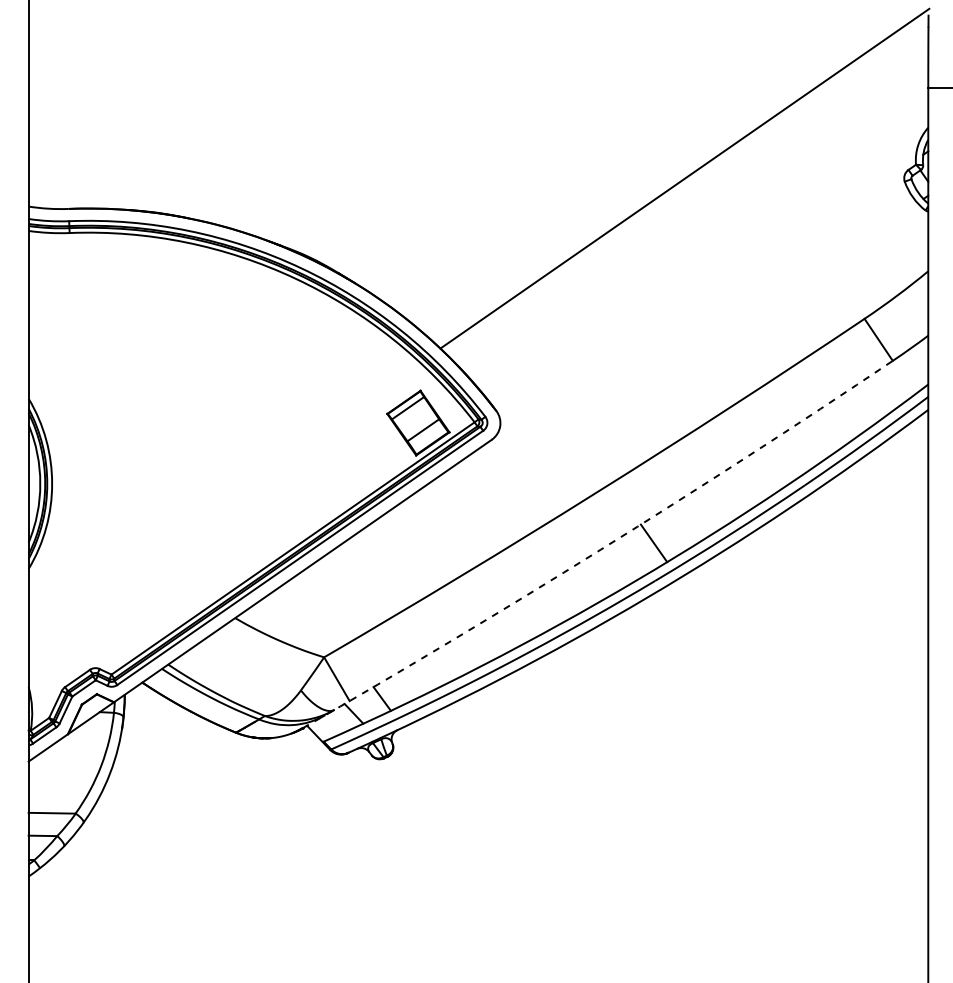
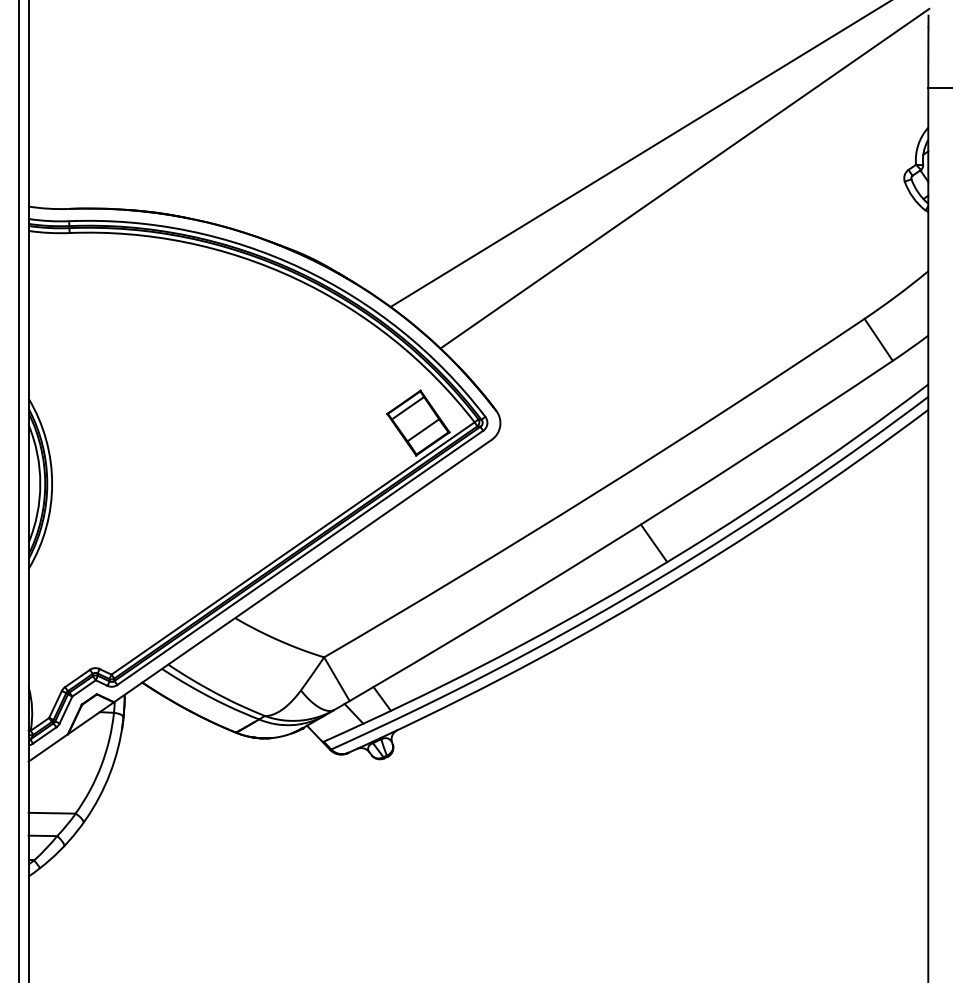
line at (639, 154): none -> present
line at (18, 490): none -> present
arc at (600, 549): dashed -> solid
